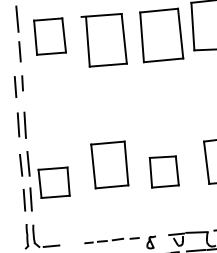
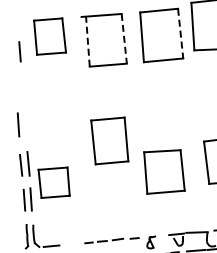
line at (17, 18): present -> none
line at (180, 33): solid -> dashed
line at (124, 38): solid -> dashed
line at (87, 41): solid -> dashed
part at (18, 86): present -> none
line at (24, 124): present -> none
part at (109, 164) position: (109, 164) -> (109, 140)
part at (163, 171) size: 32x34 px -> 43x46 px
